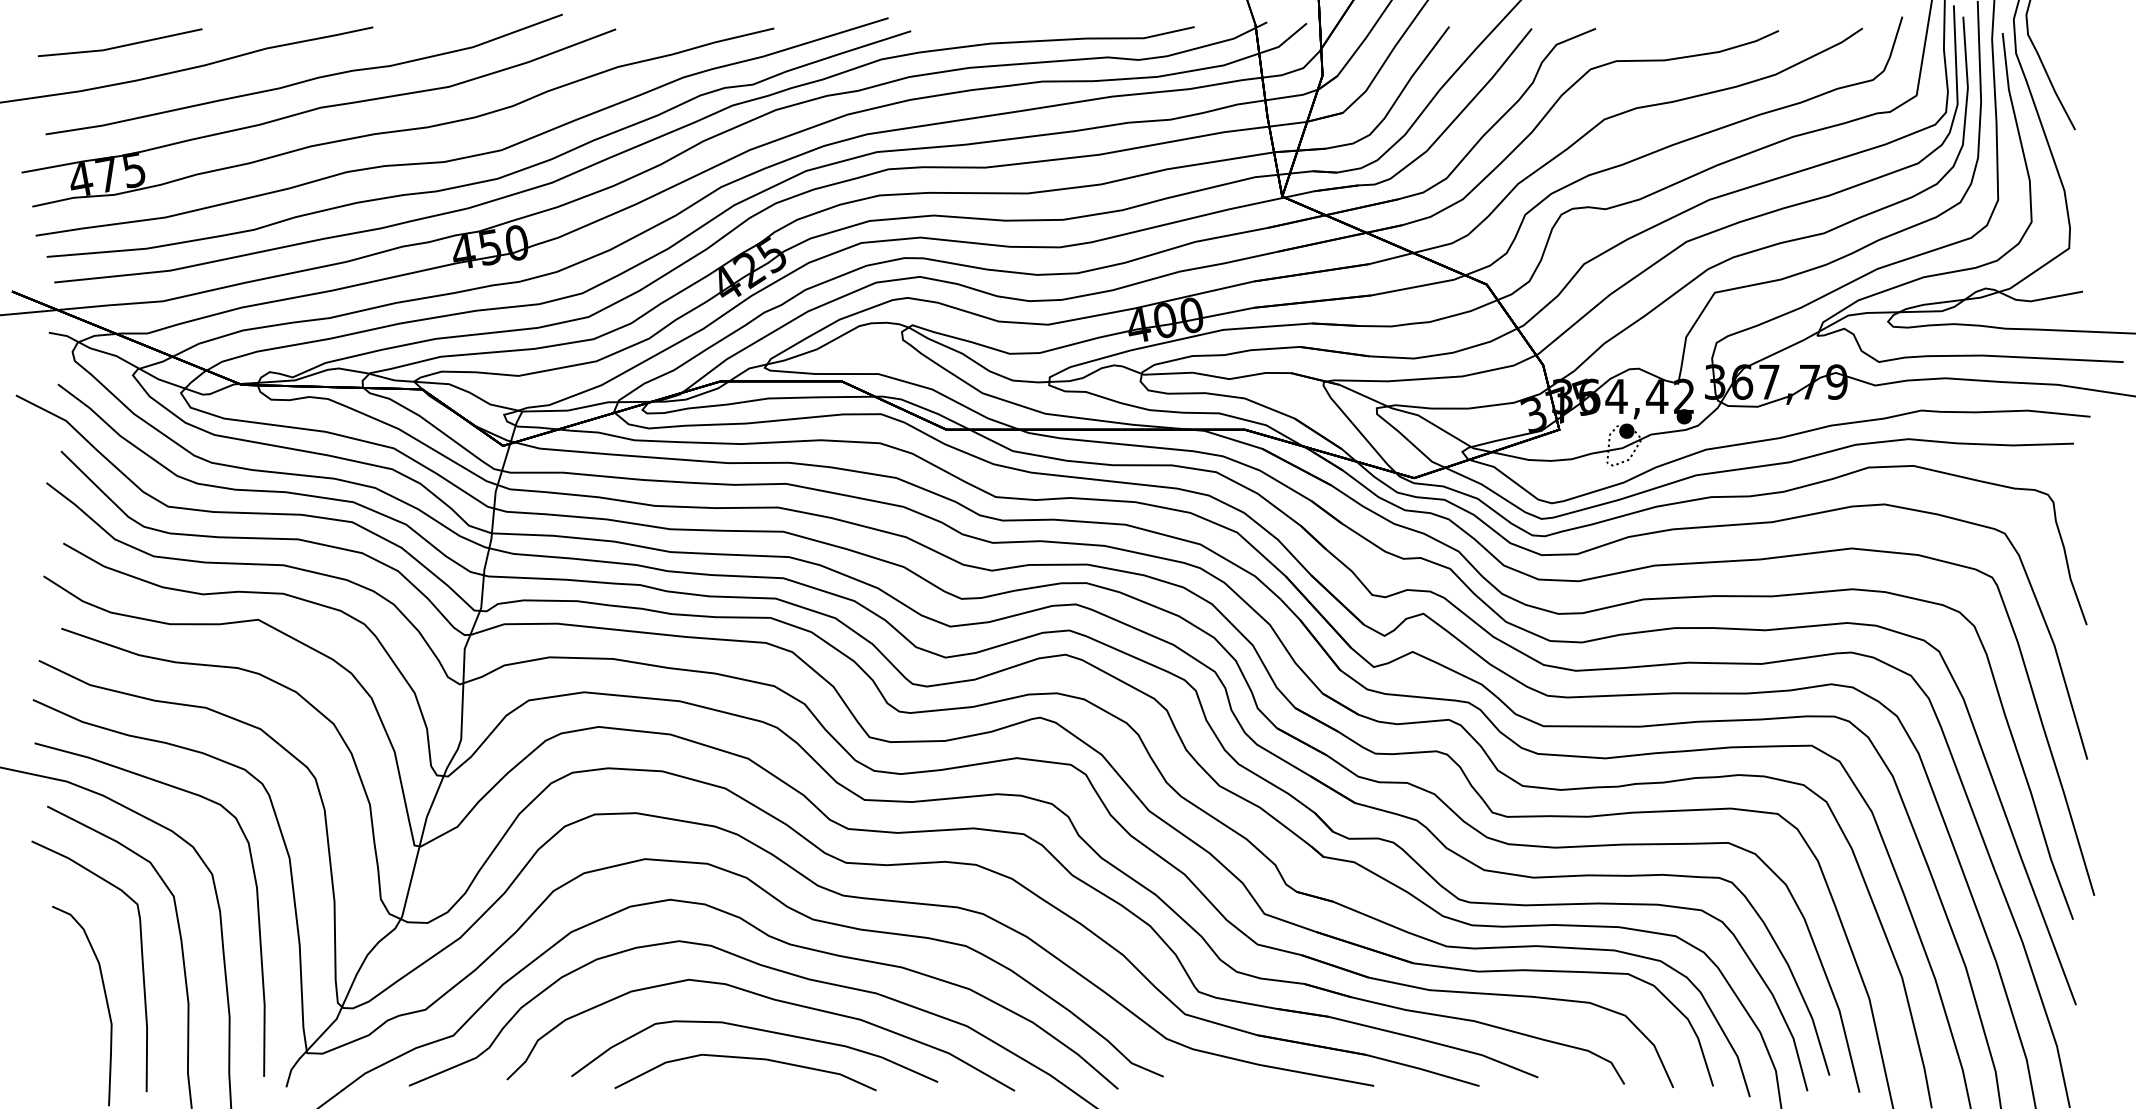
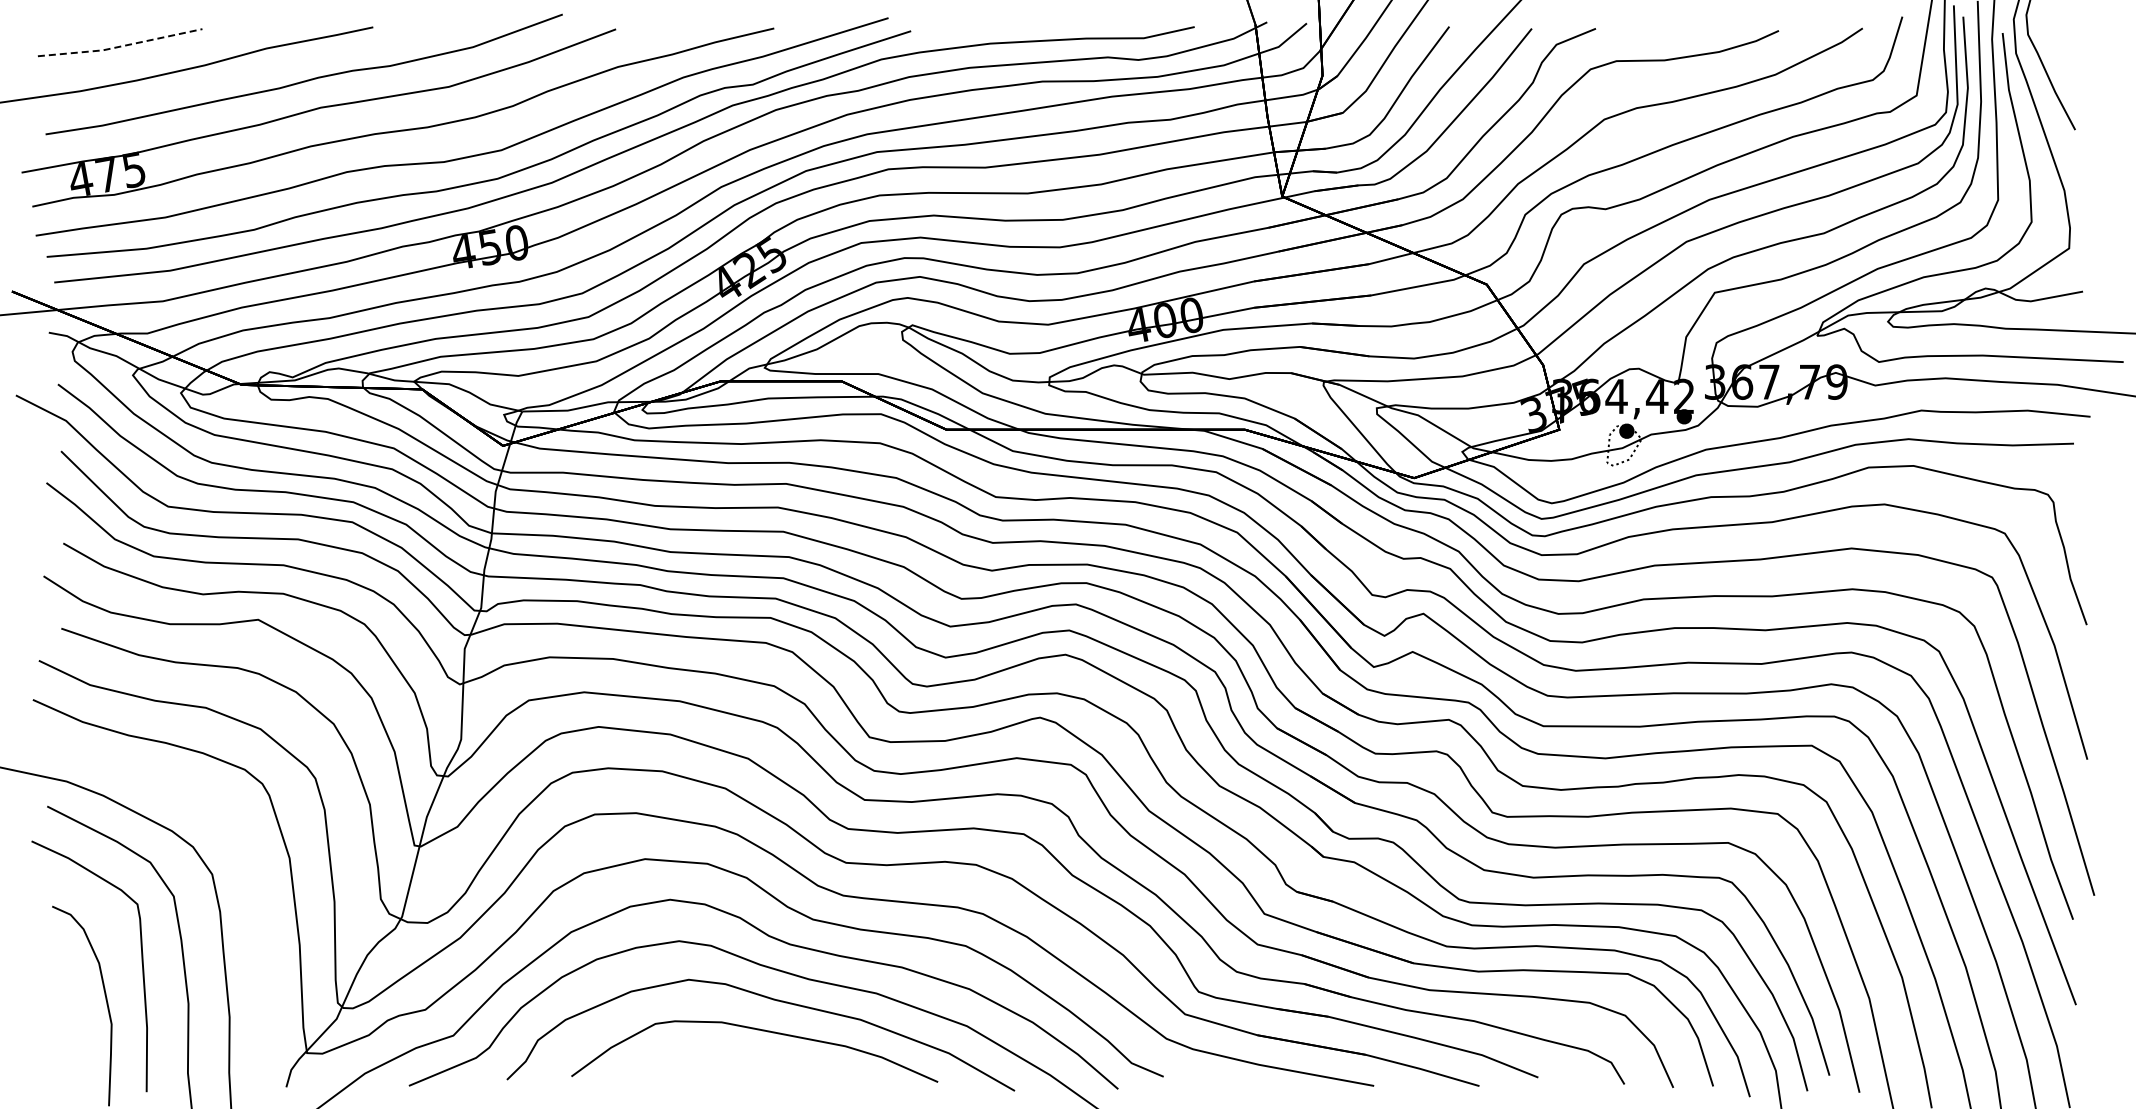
line at (120, 46): solid -> dashed
curve at (256, 900): present -> none
curve at (749, 1059): present -> none
